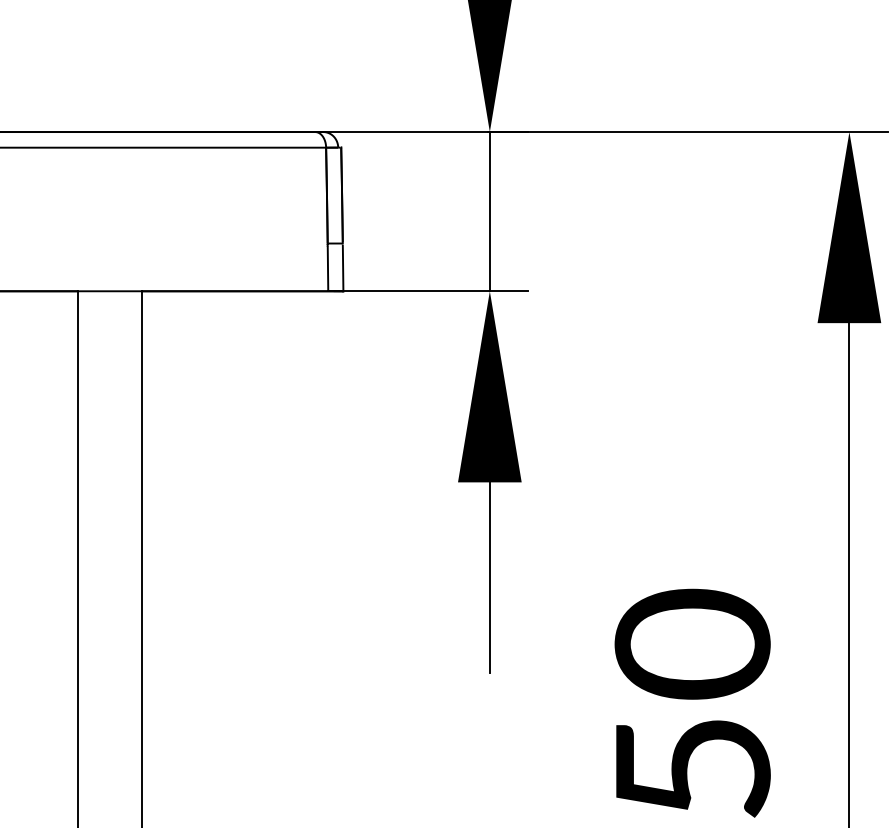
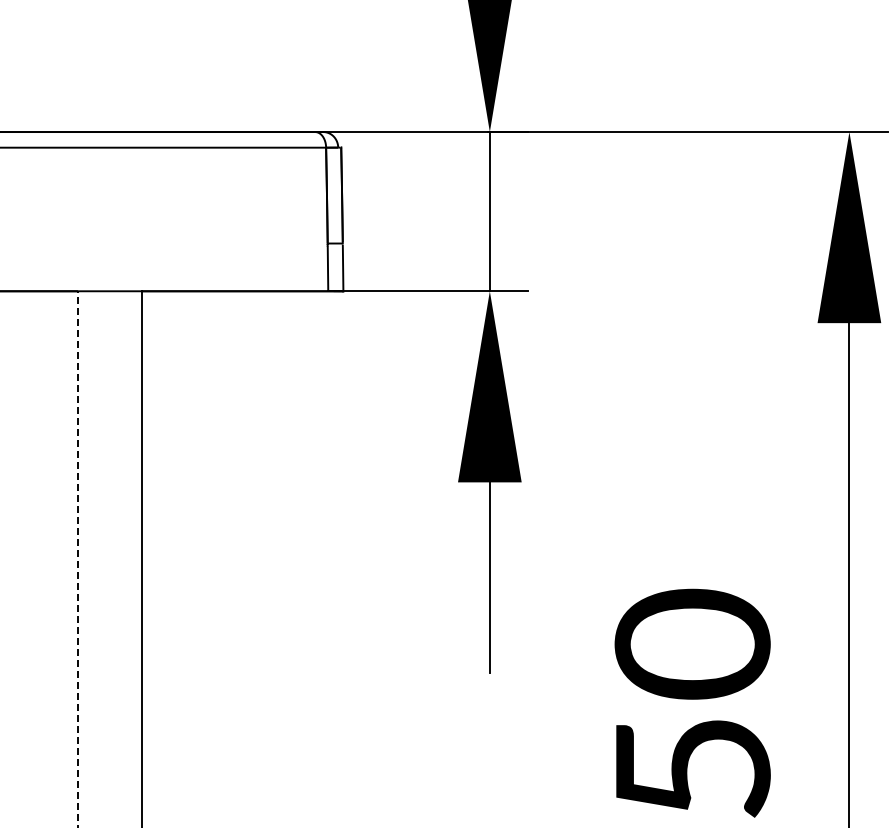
line at (77, 559): solid -> dashed
